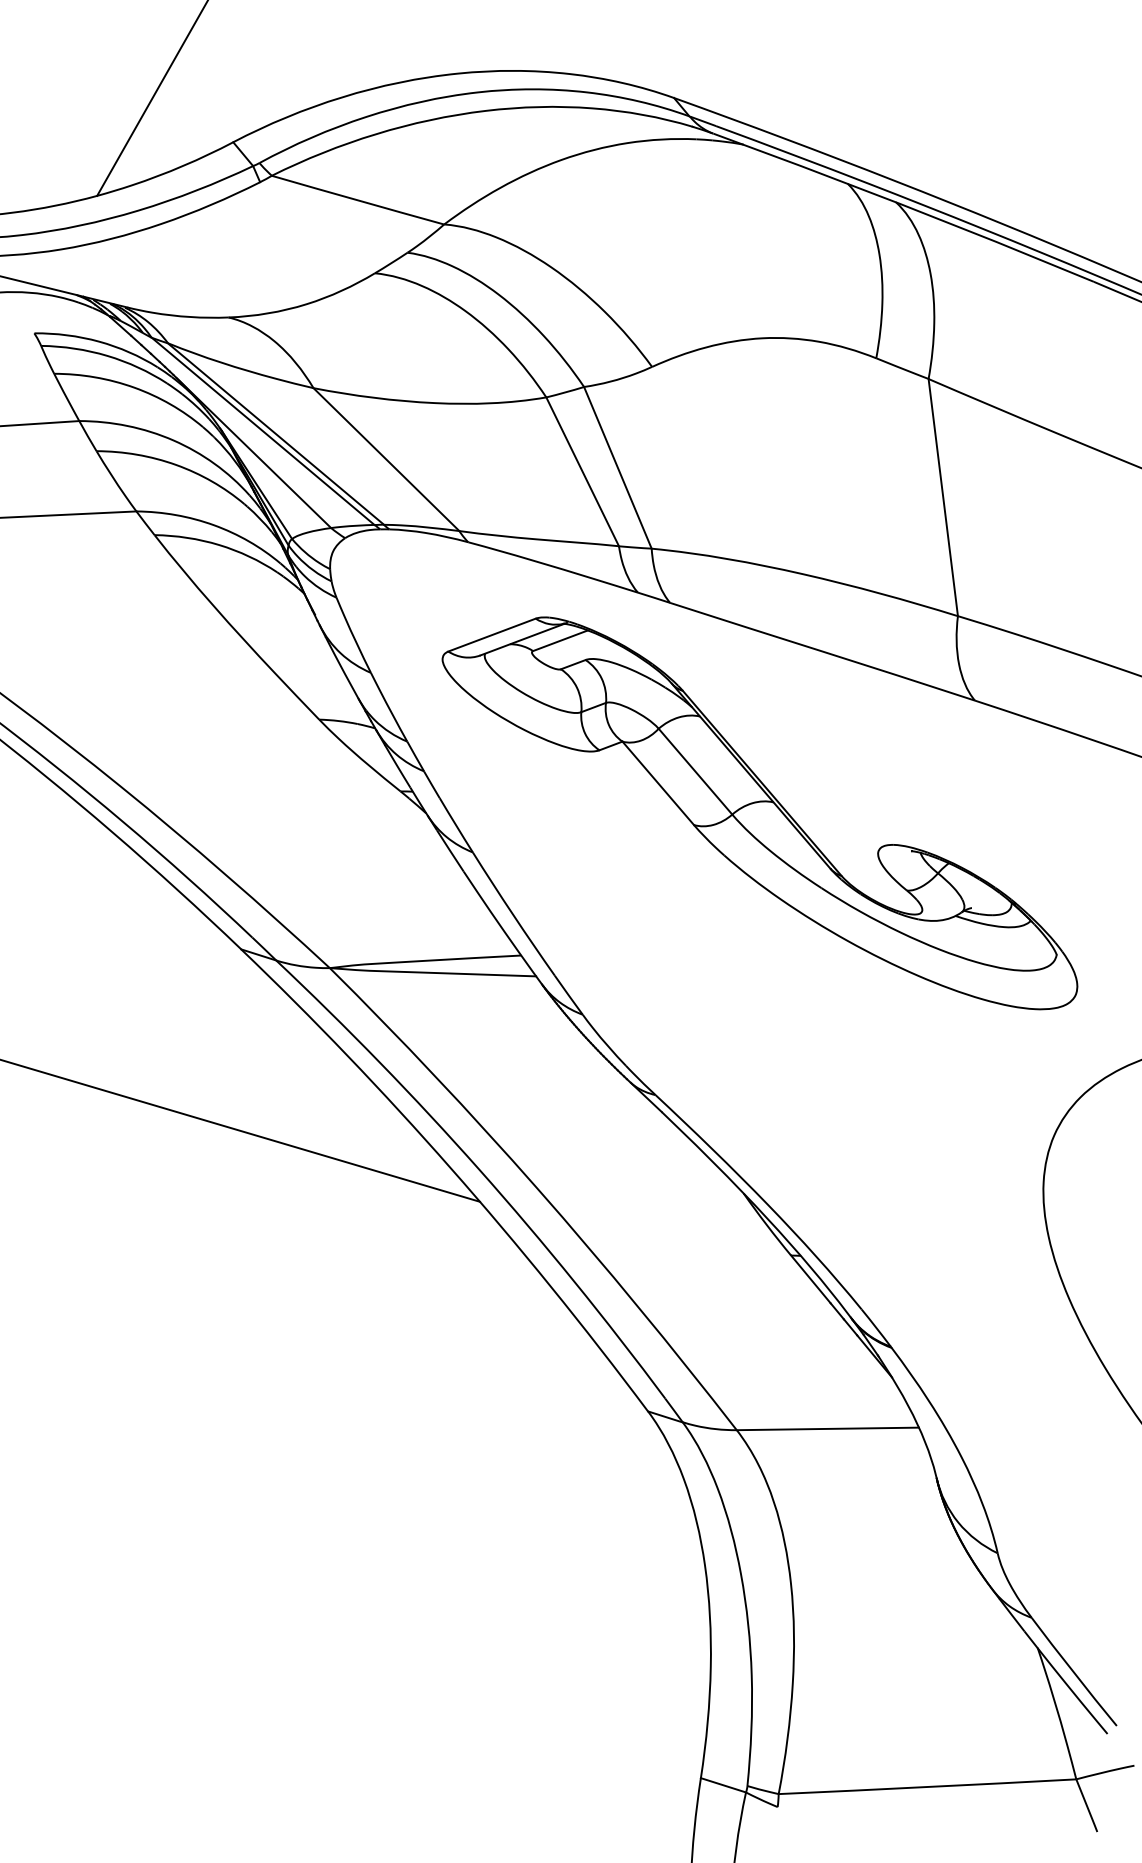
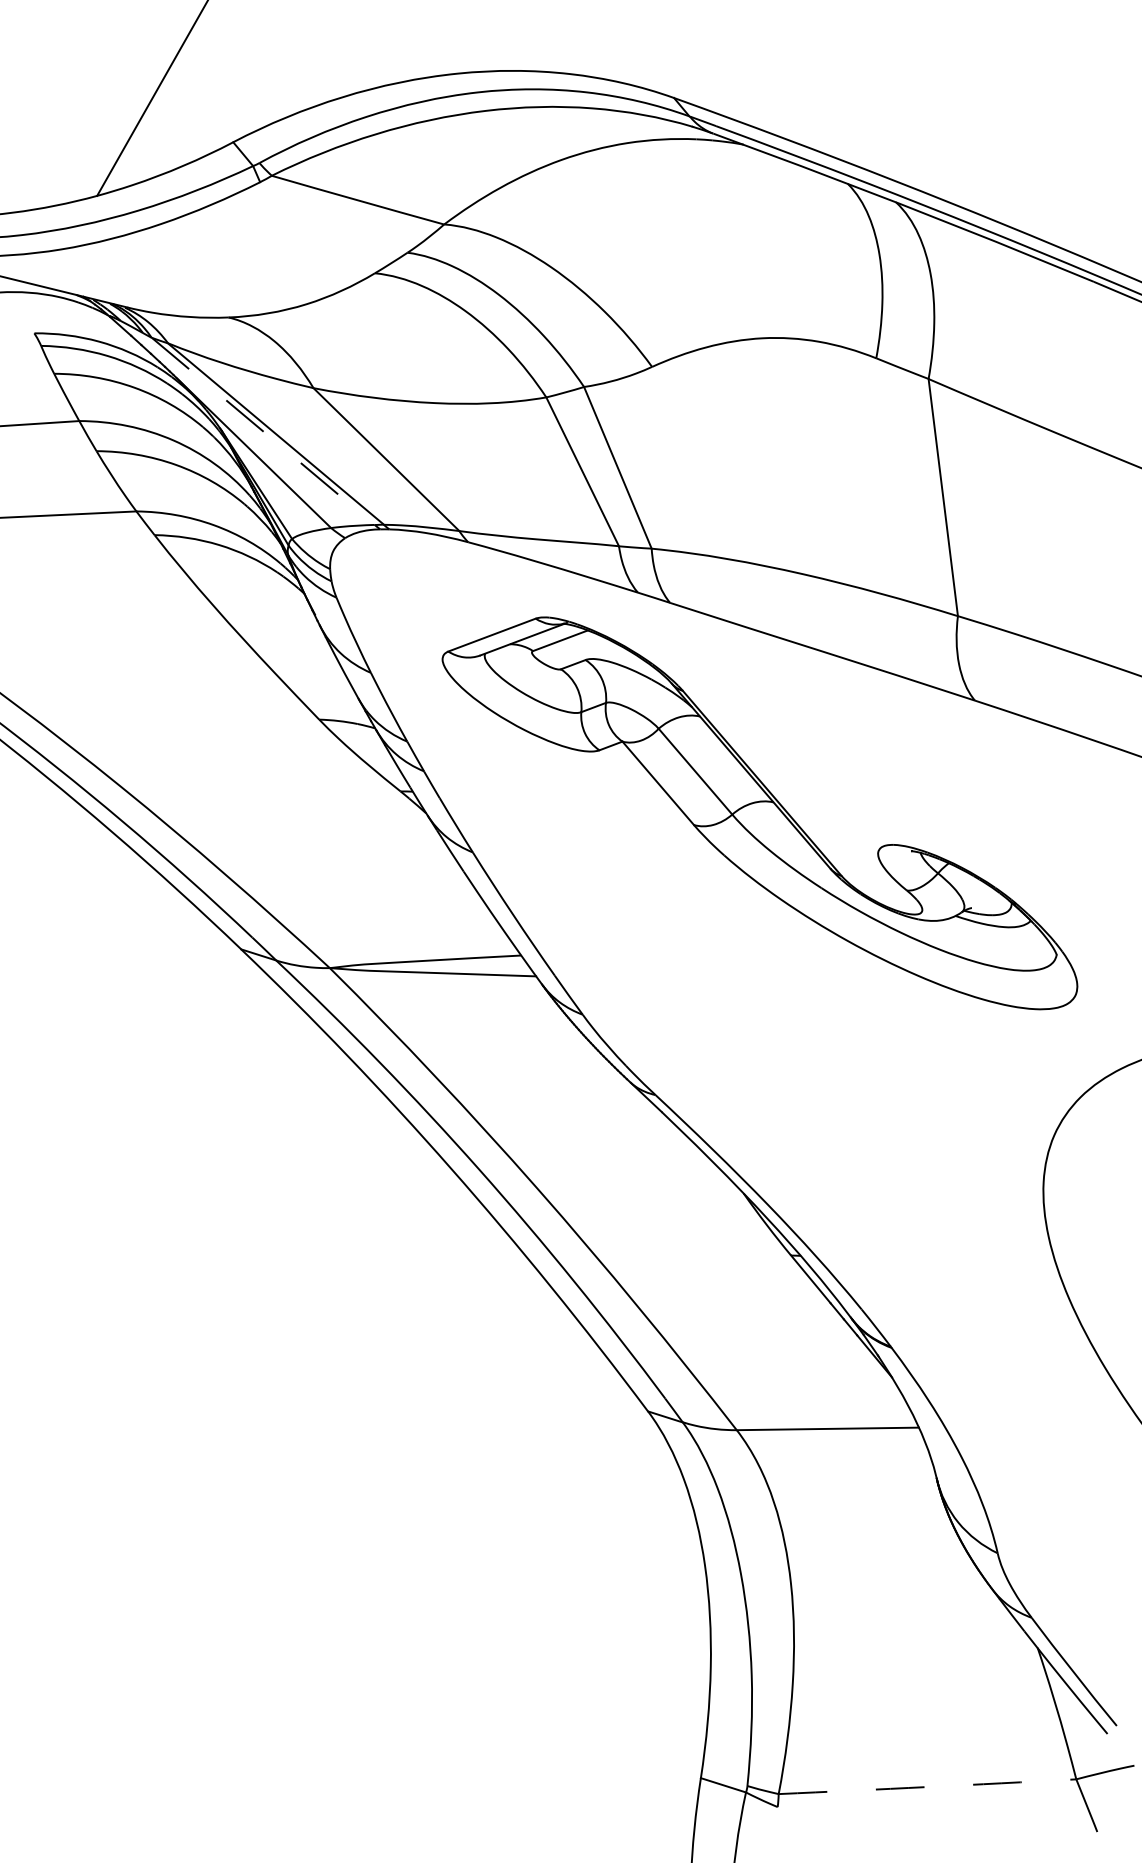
line at (263, 431): solid -> dashed
line at (240, 1130): present -> none
arc at (927, 1787): solid -> dashed
